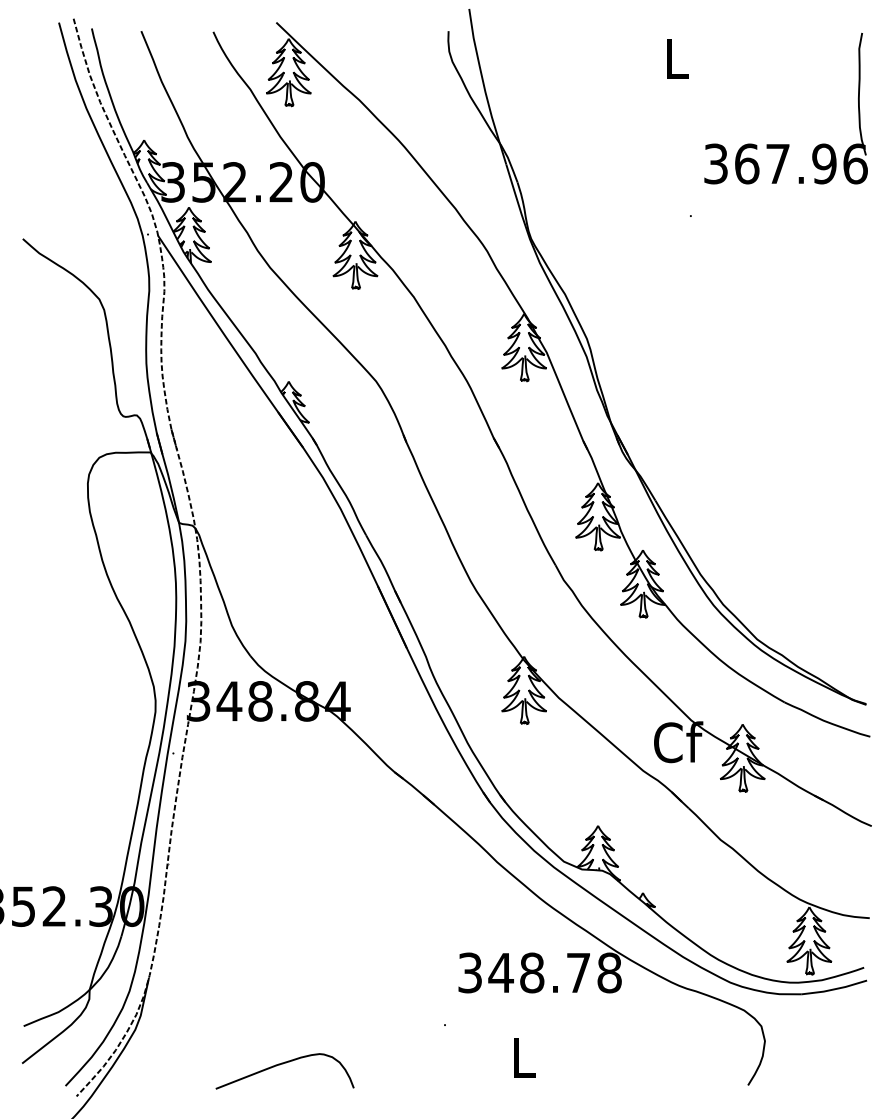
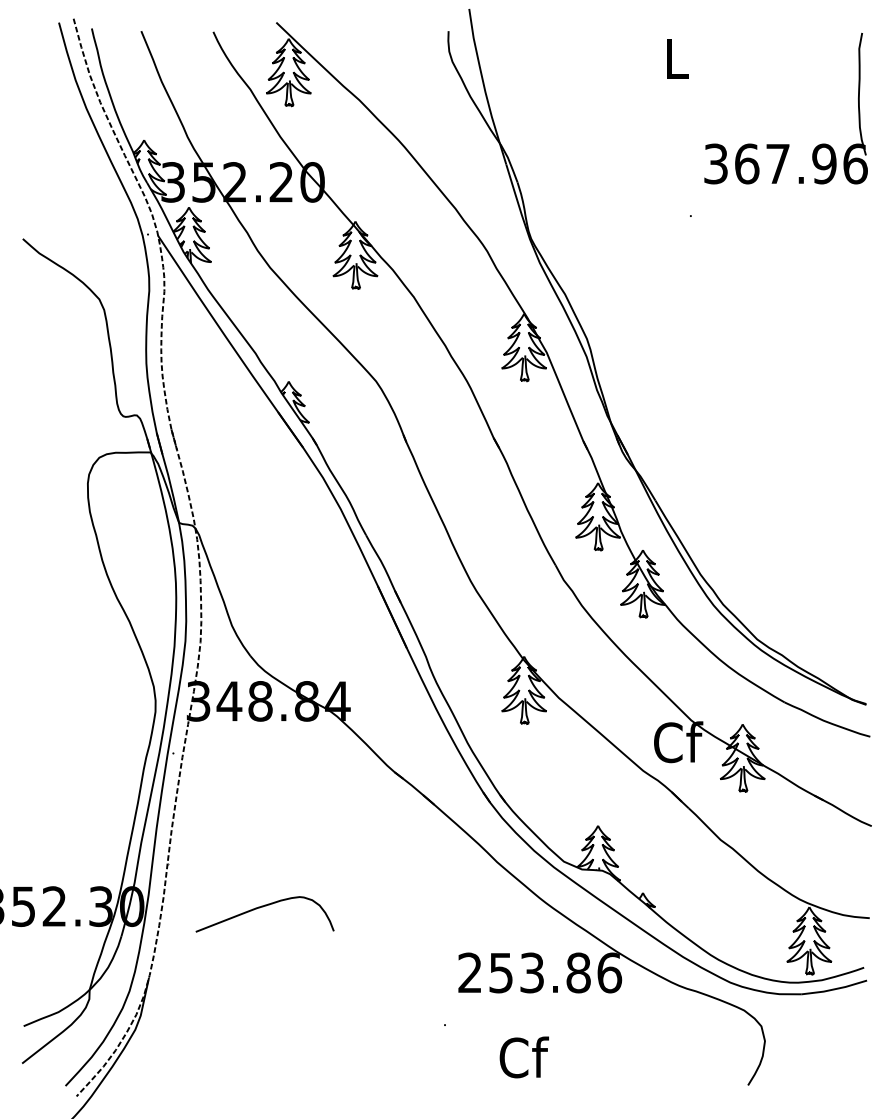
text at (540, 972): 348.78 -> 253.86
text at (524, 1057): L -> Cf
curve at (283, 1064) position: (283, 1064) -> (263, 907)
